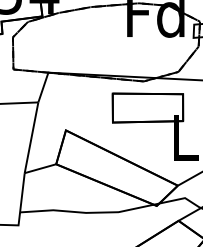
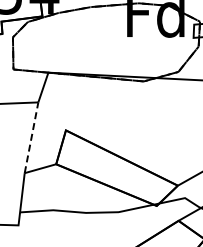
part at (154, 126): present -> none
line at (31, 137): solid -> dashed
